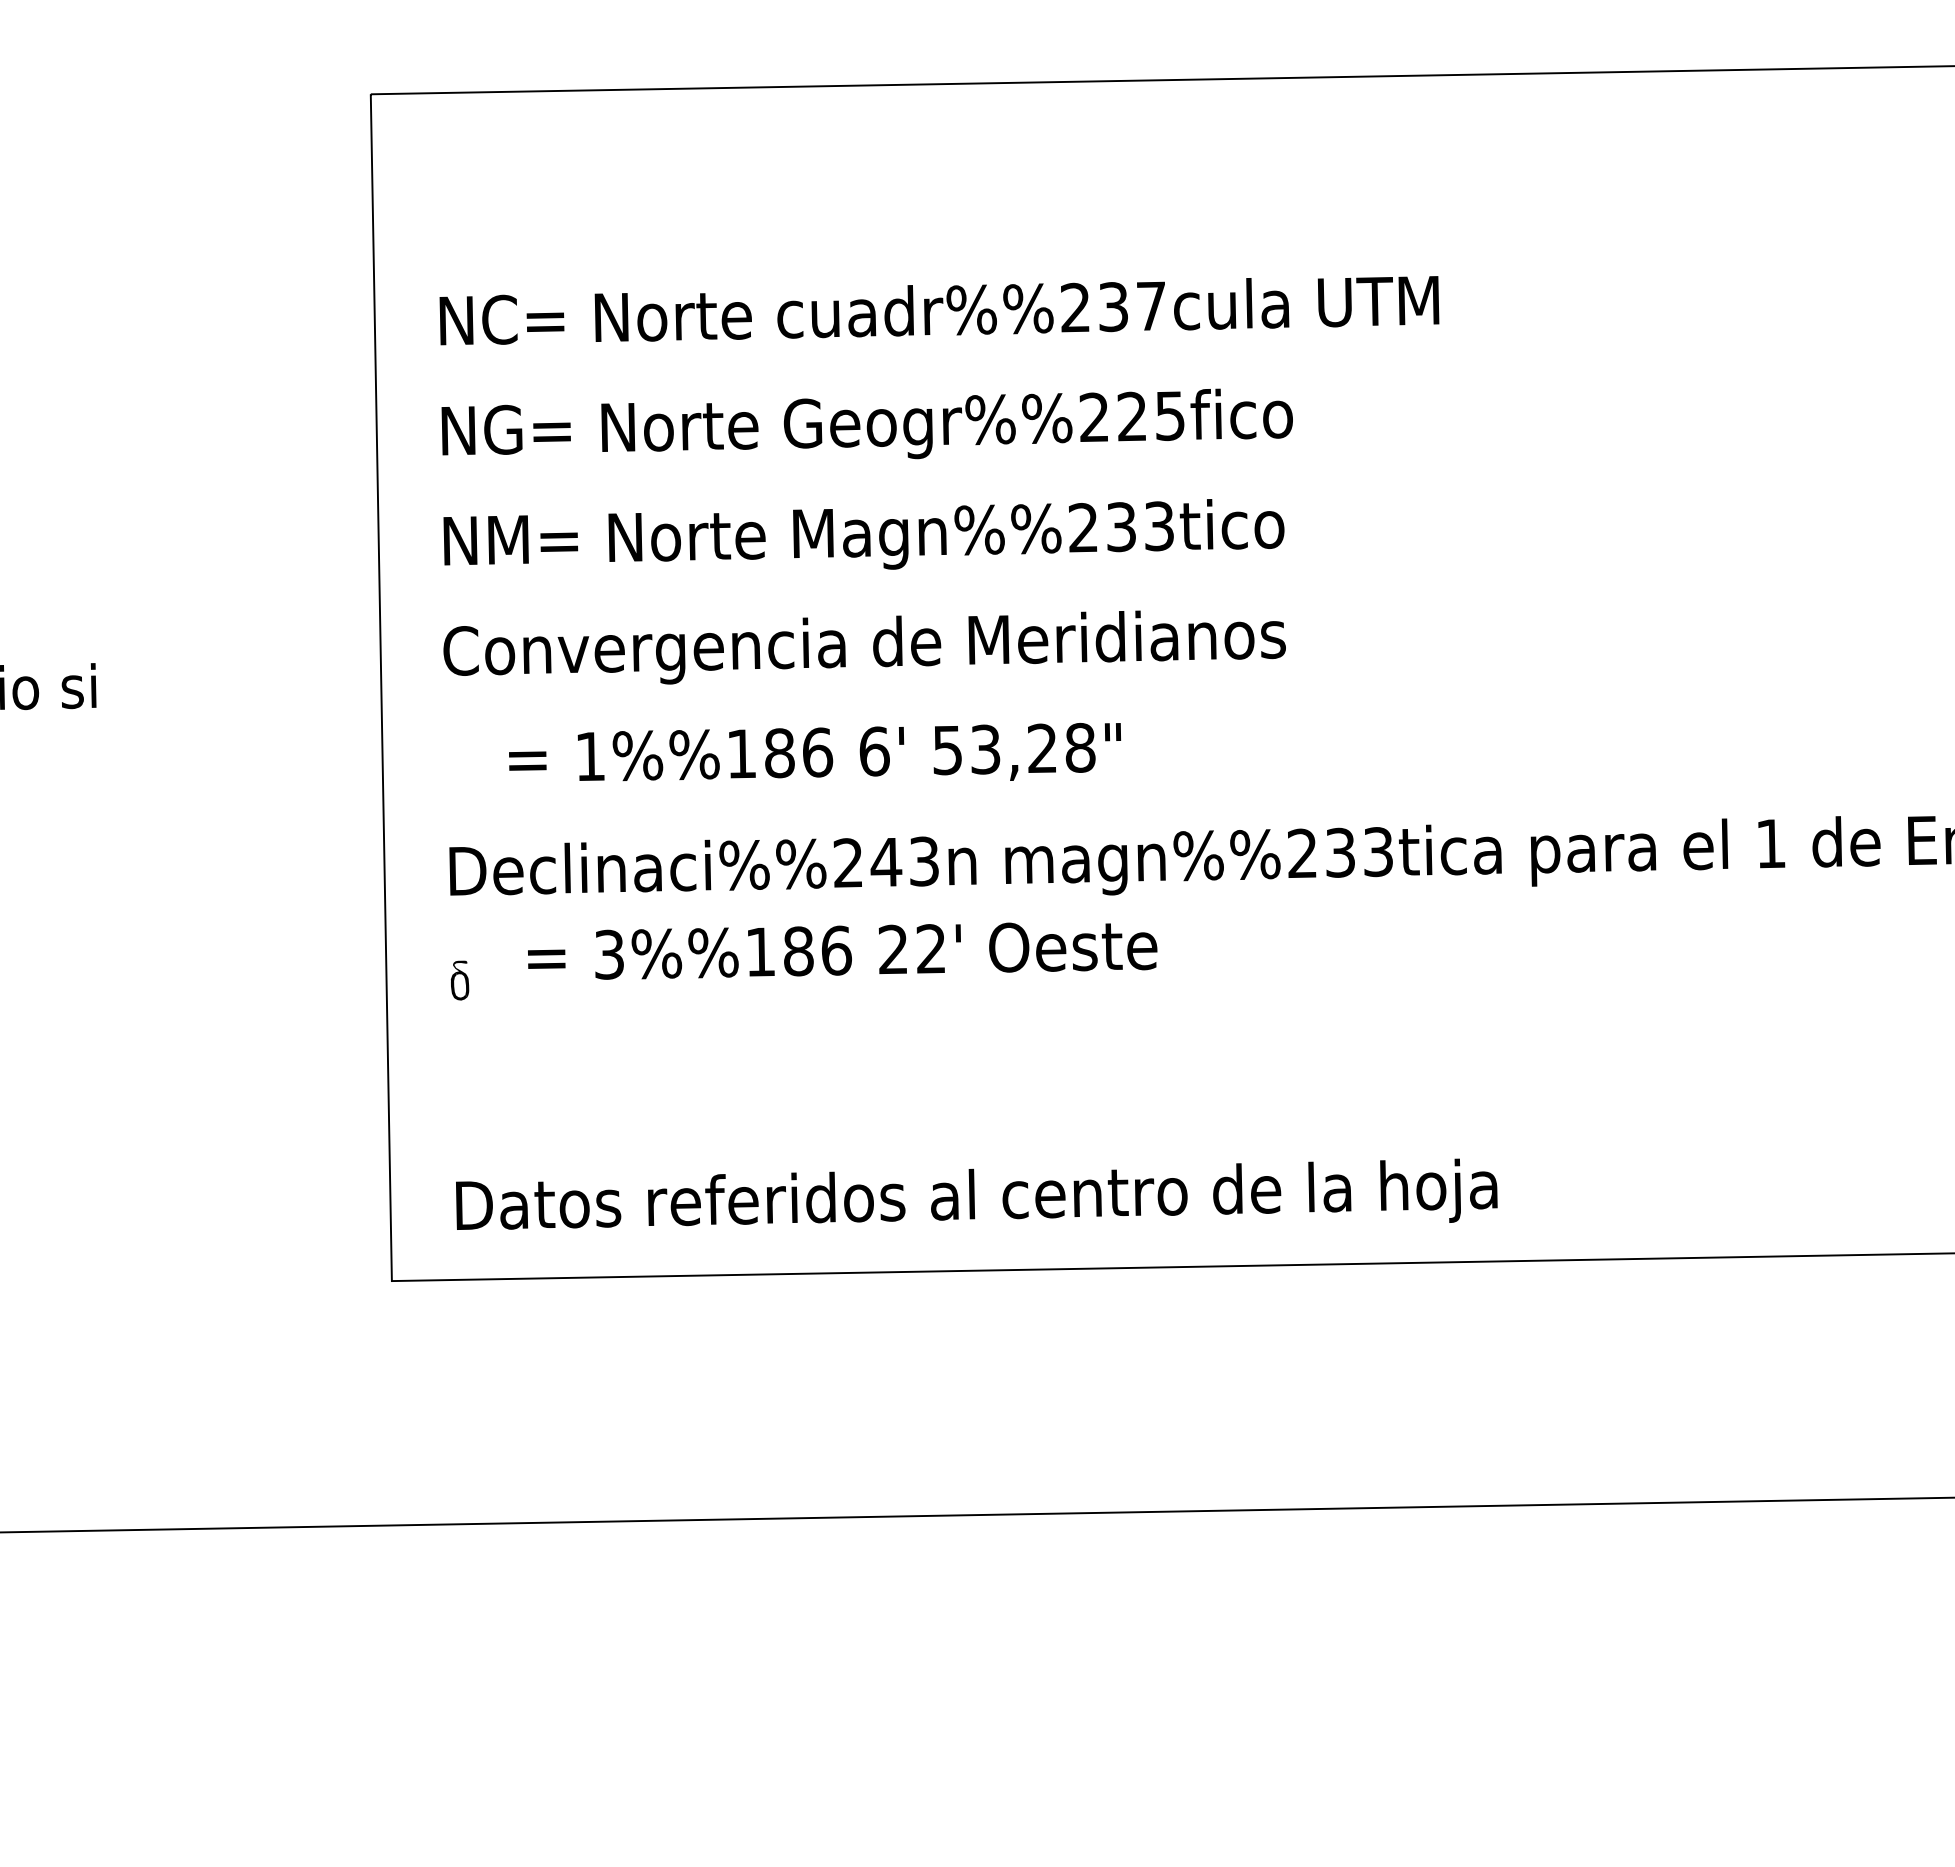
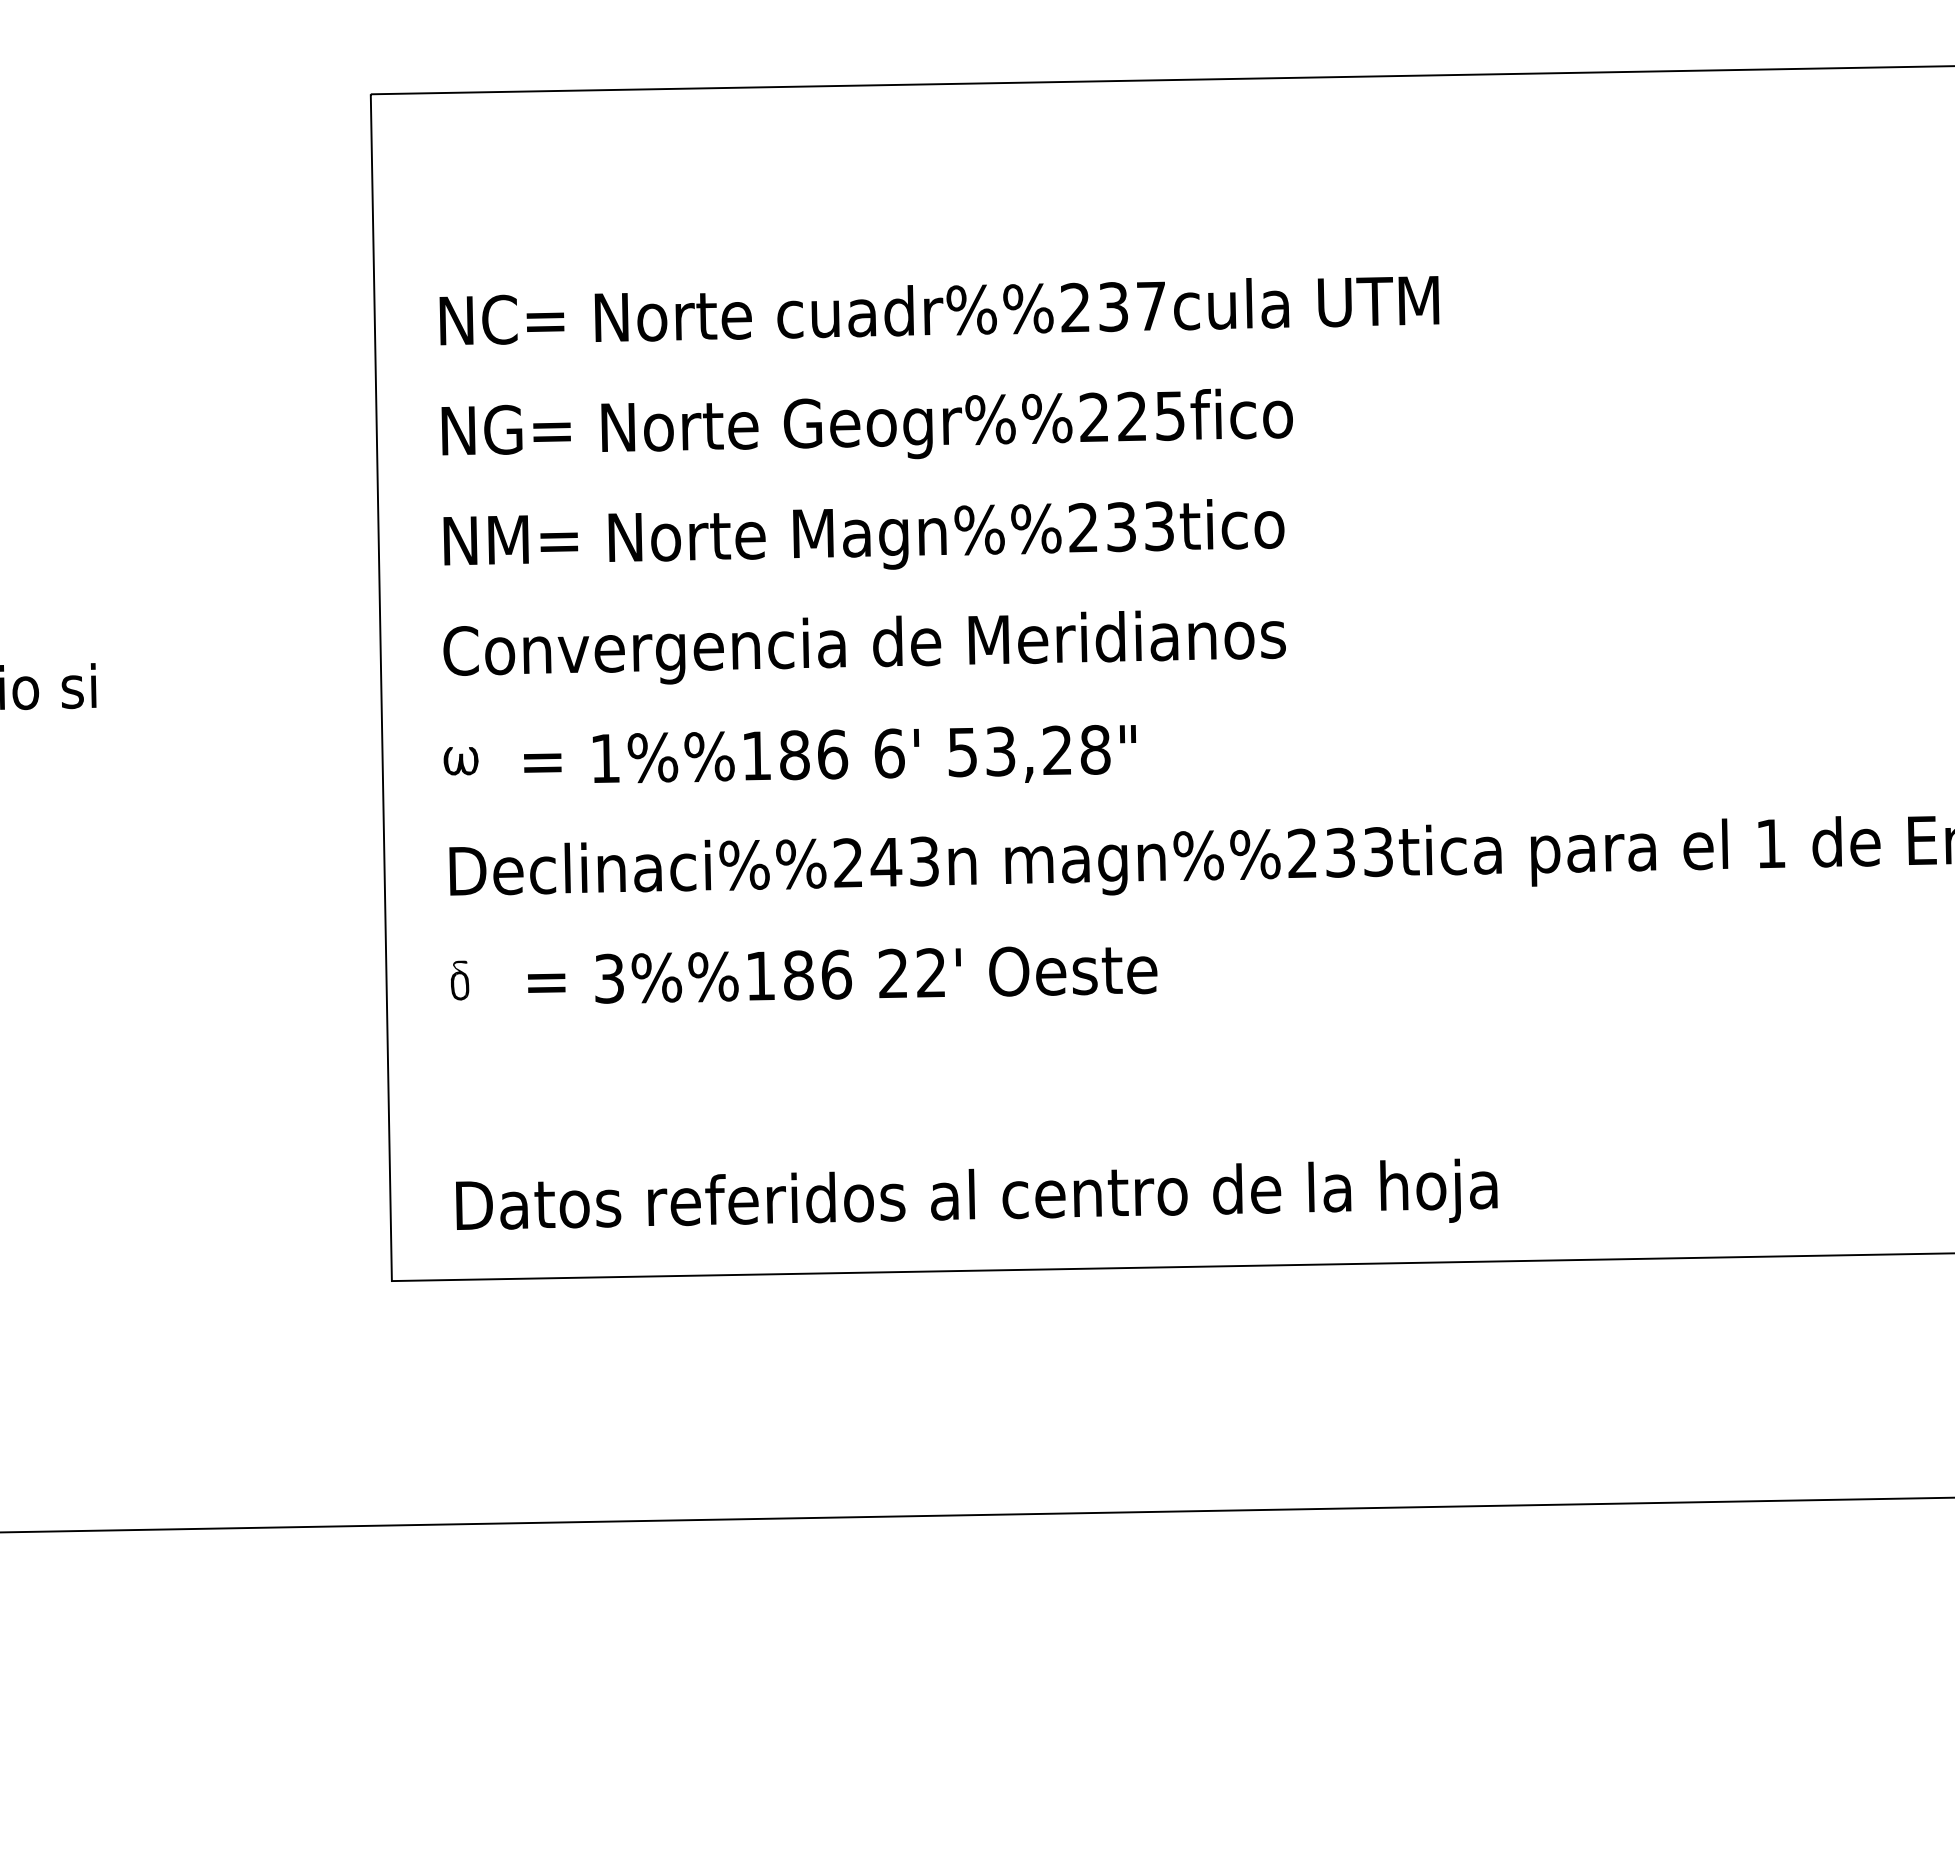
text at (815, 752) position: (815, 752) -> (830, 754)
fill at (460, 761): none -> present
text at (842, 950) position: (842, 950) -> (842, 974)
